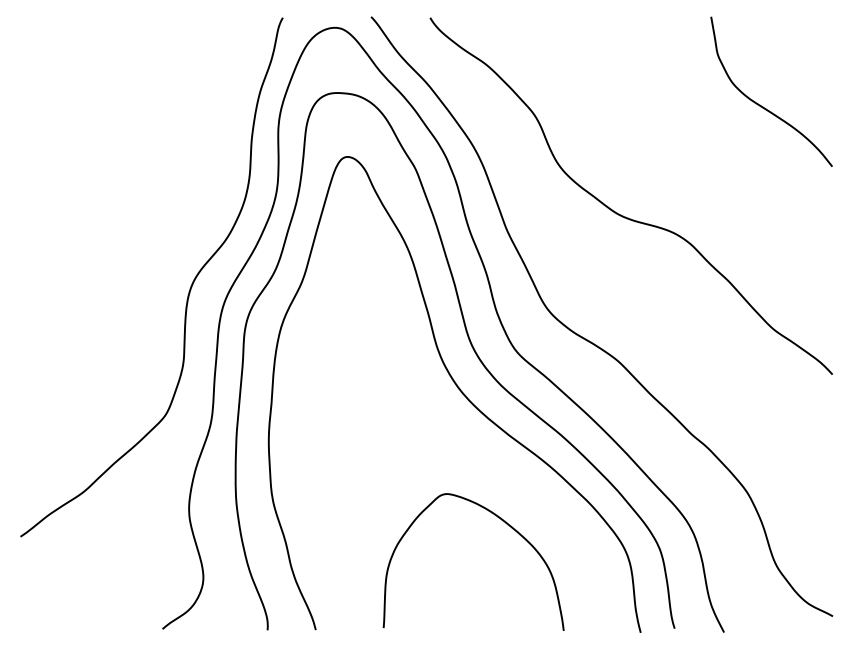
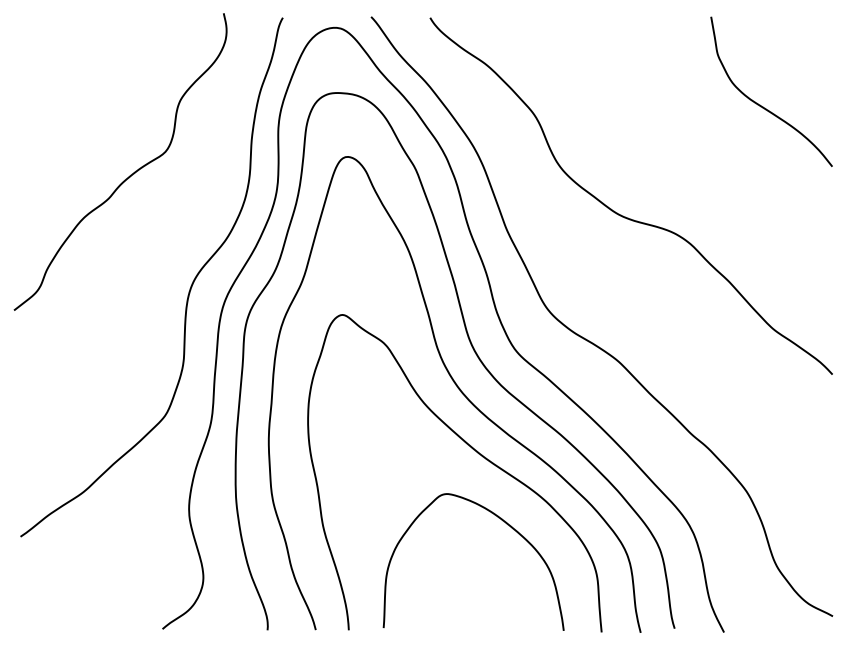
curve at (130, 174): none -> present
curve at (473, 450): none -> present
